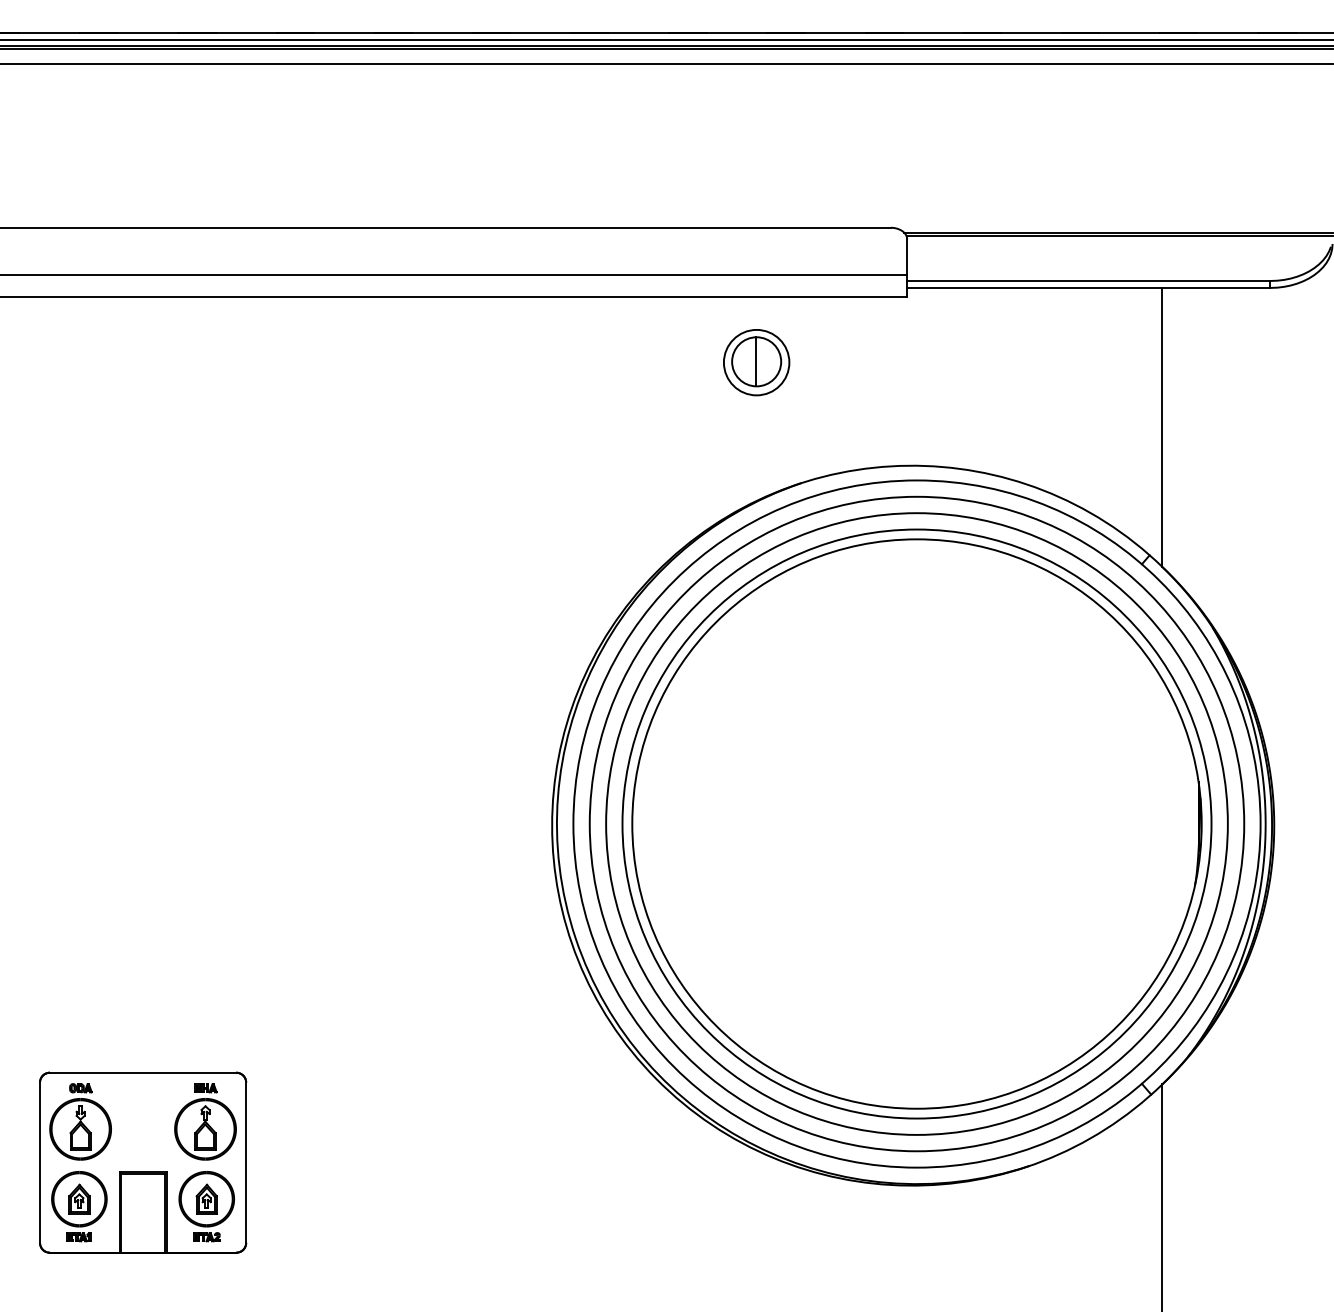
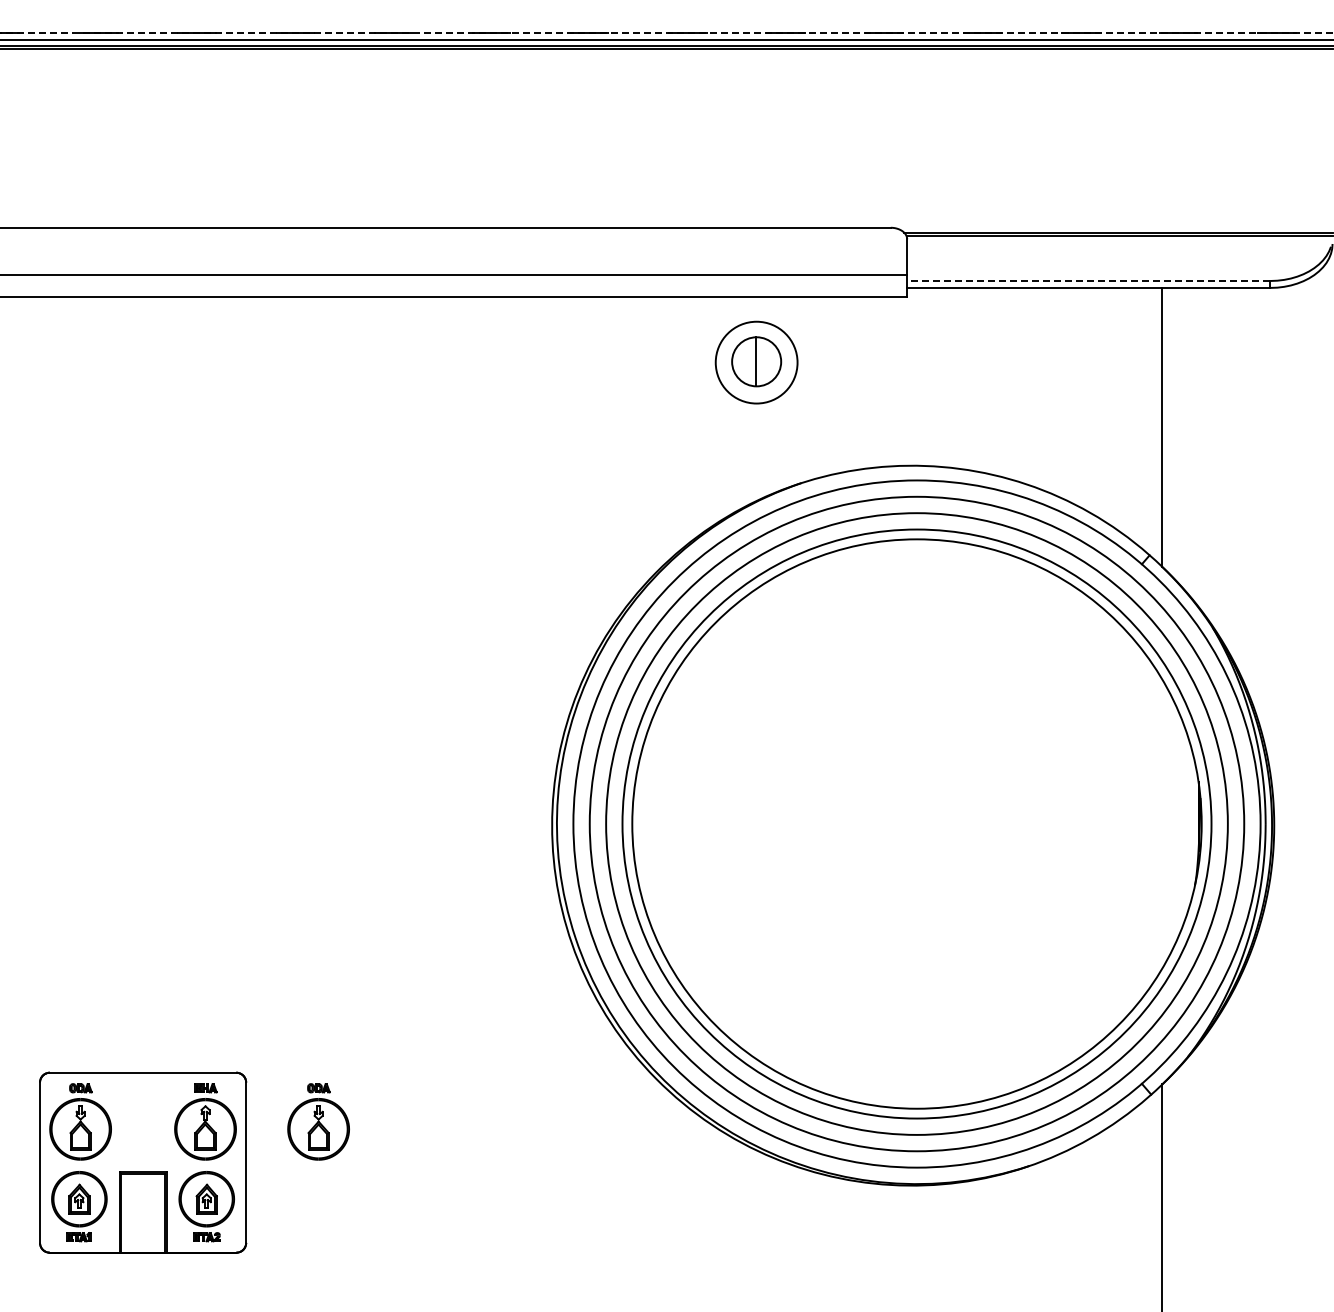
line at (667, 33): solid -> dashed
line at (666, 64): present -> none
line at (1088, 281): solid -> dashed
circle at (756, 362) diameter: 65 px -> 82 px
part at (318, 1121): none -> present
